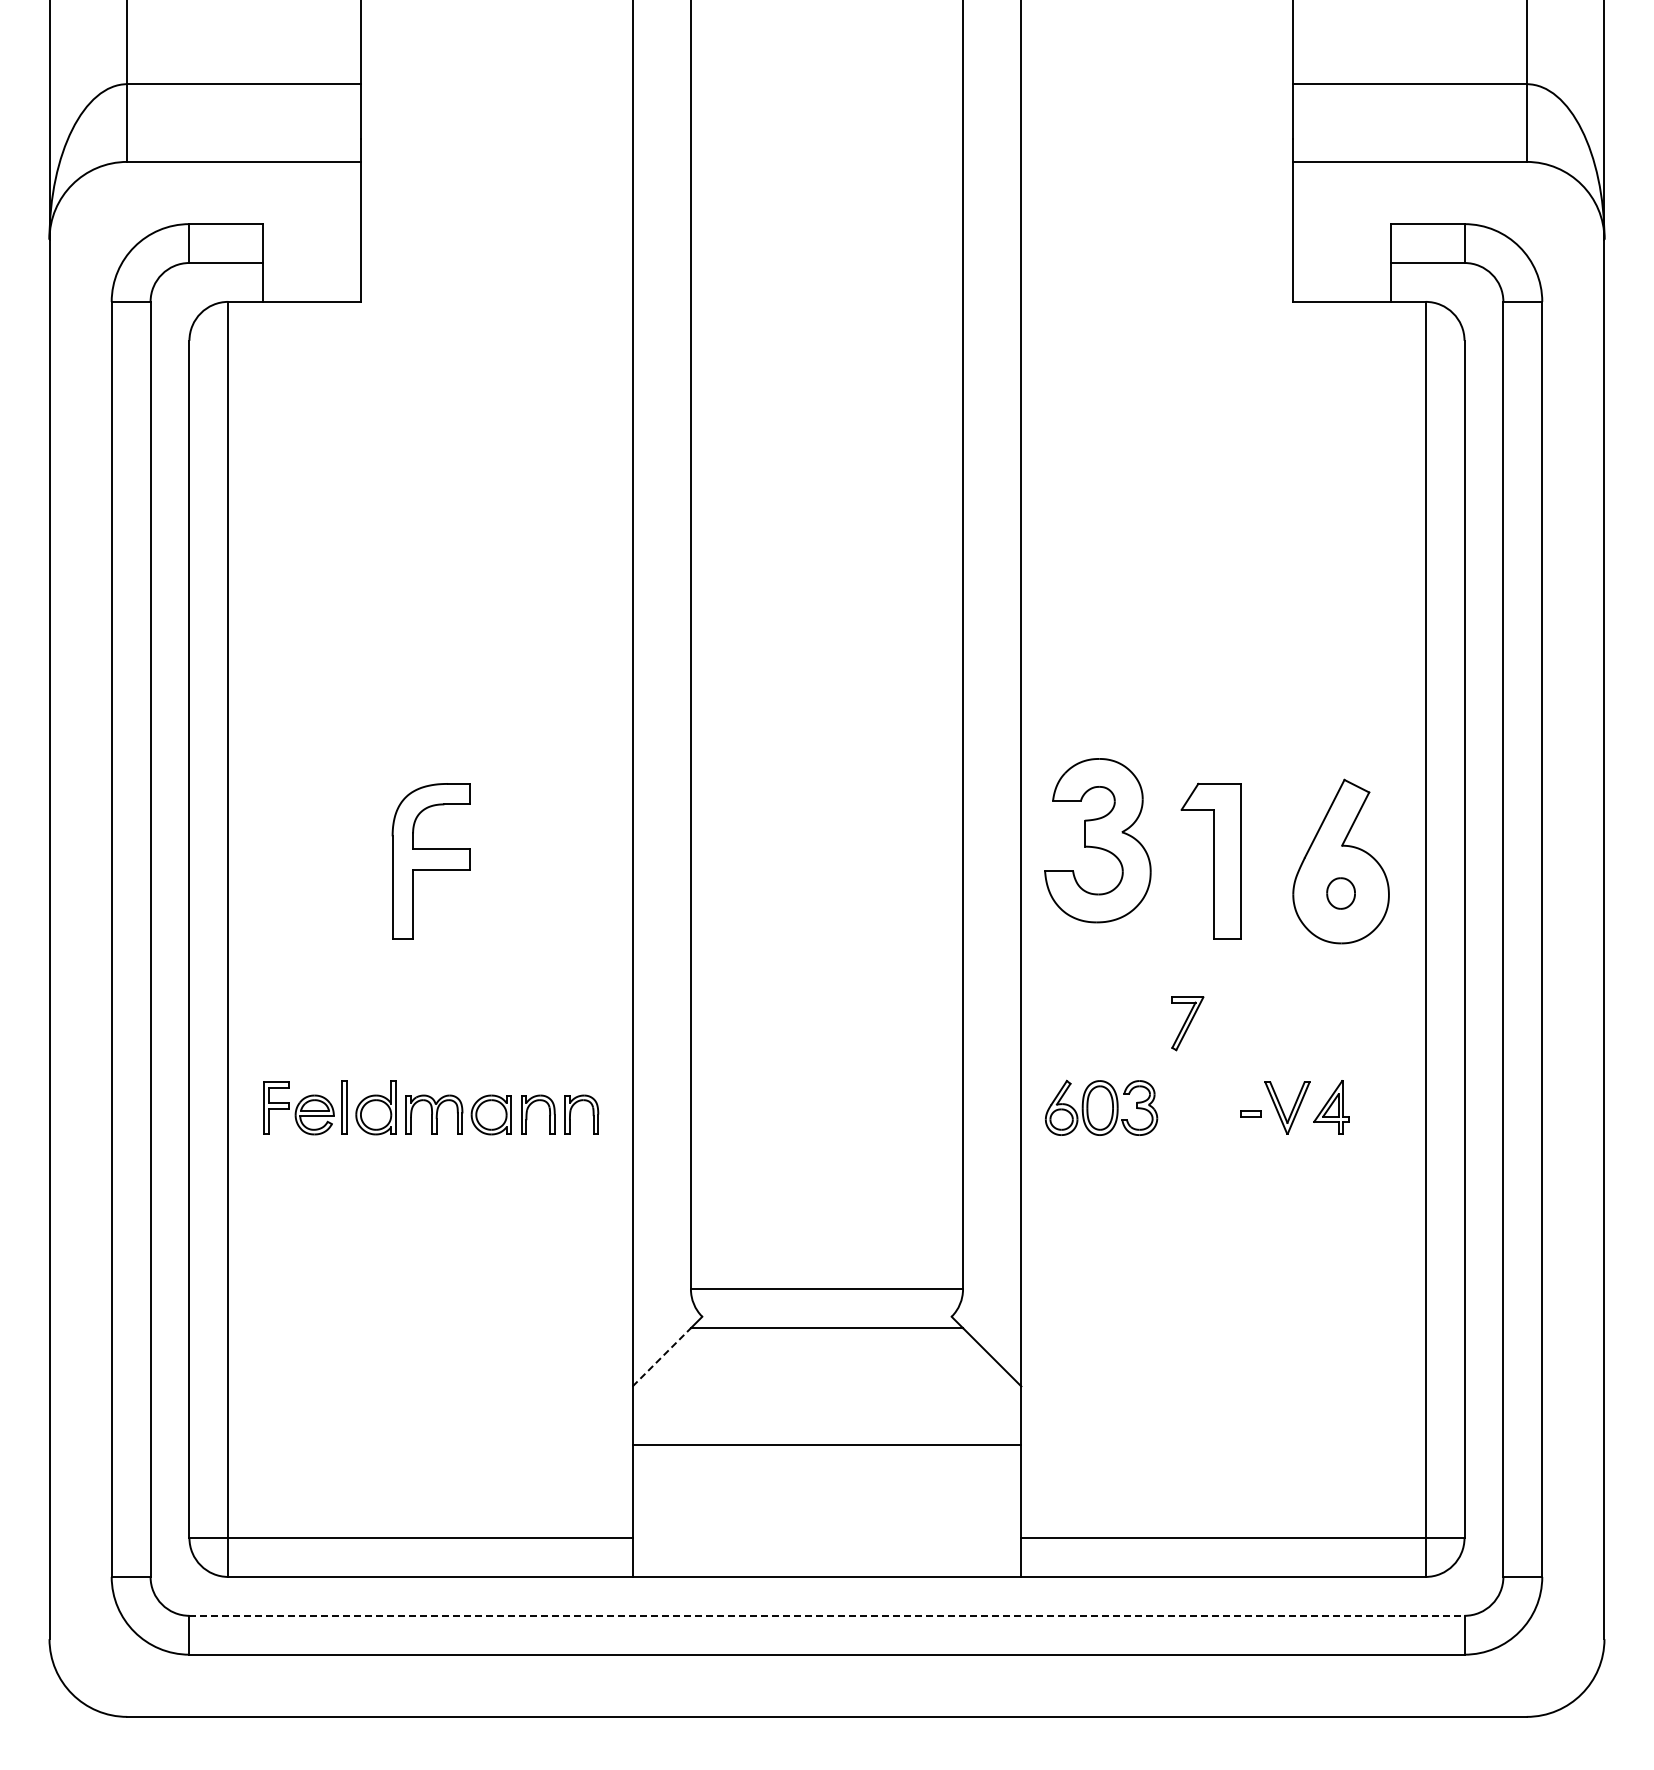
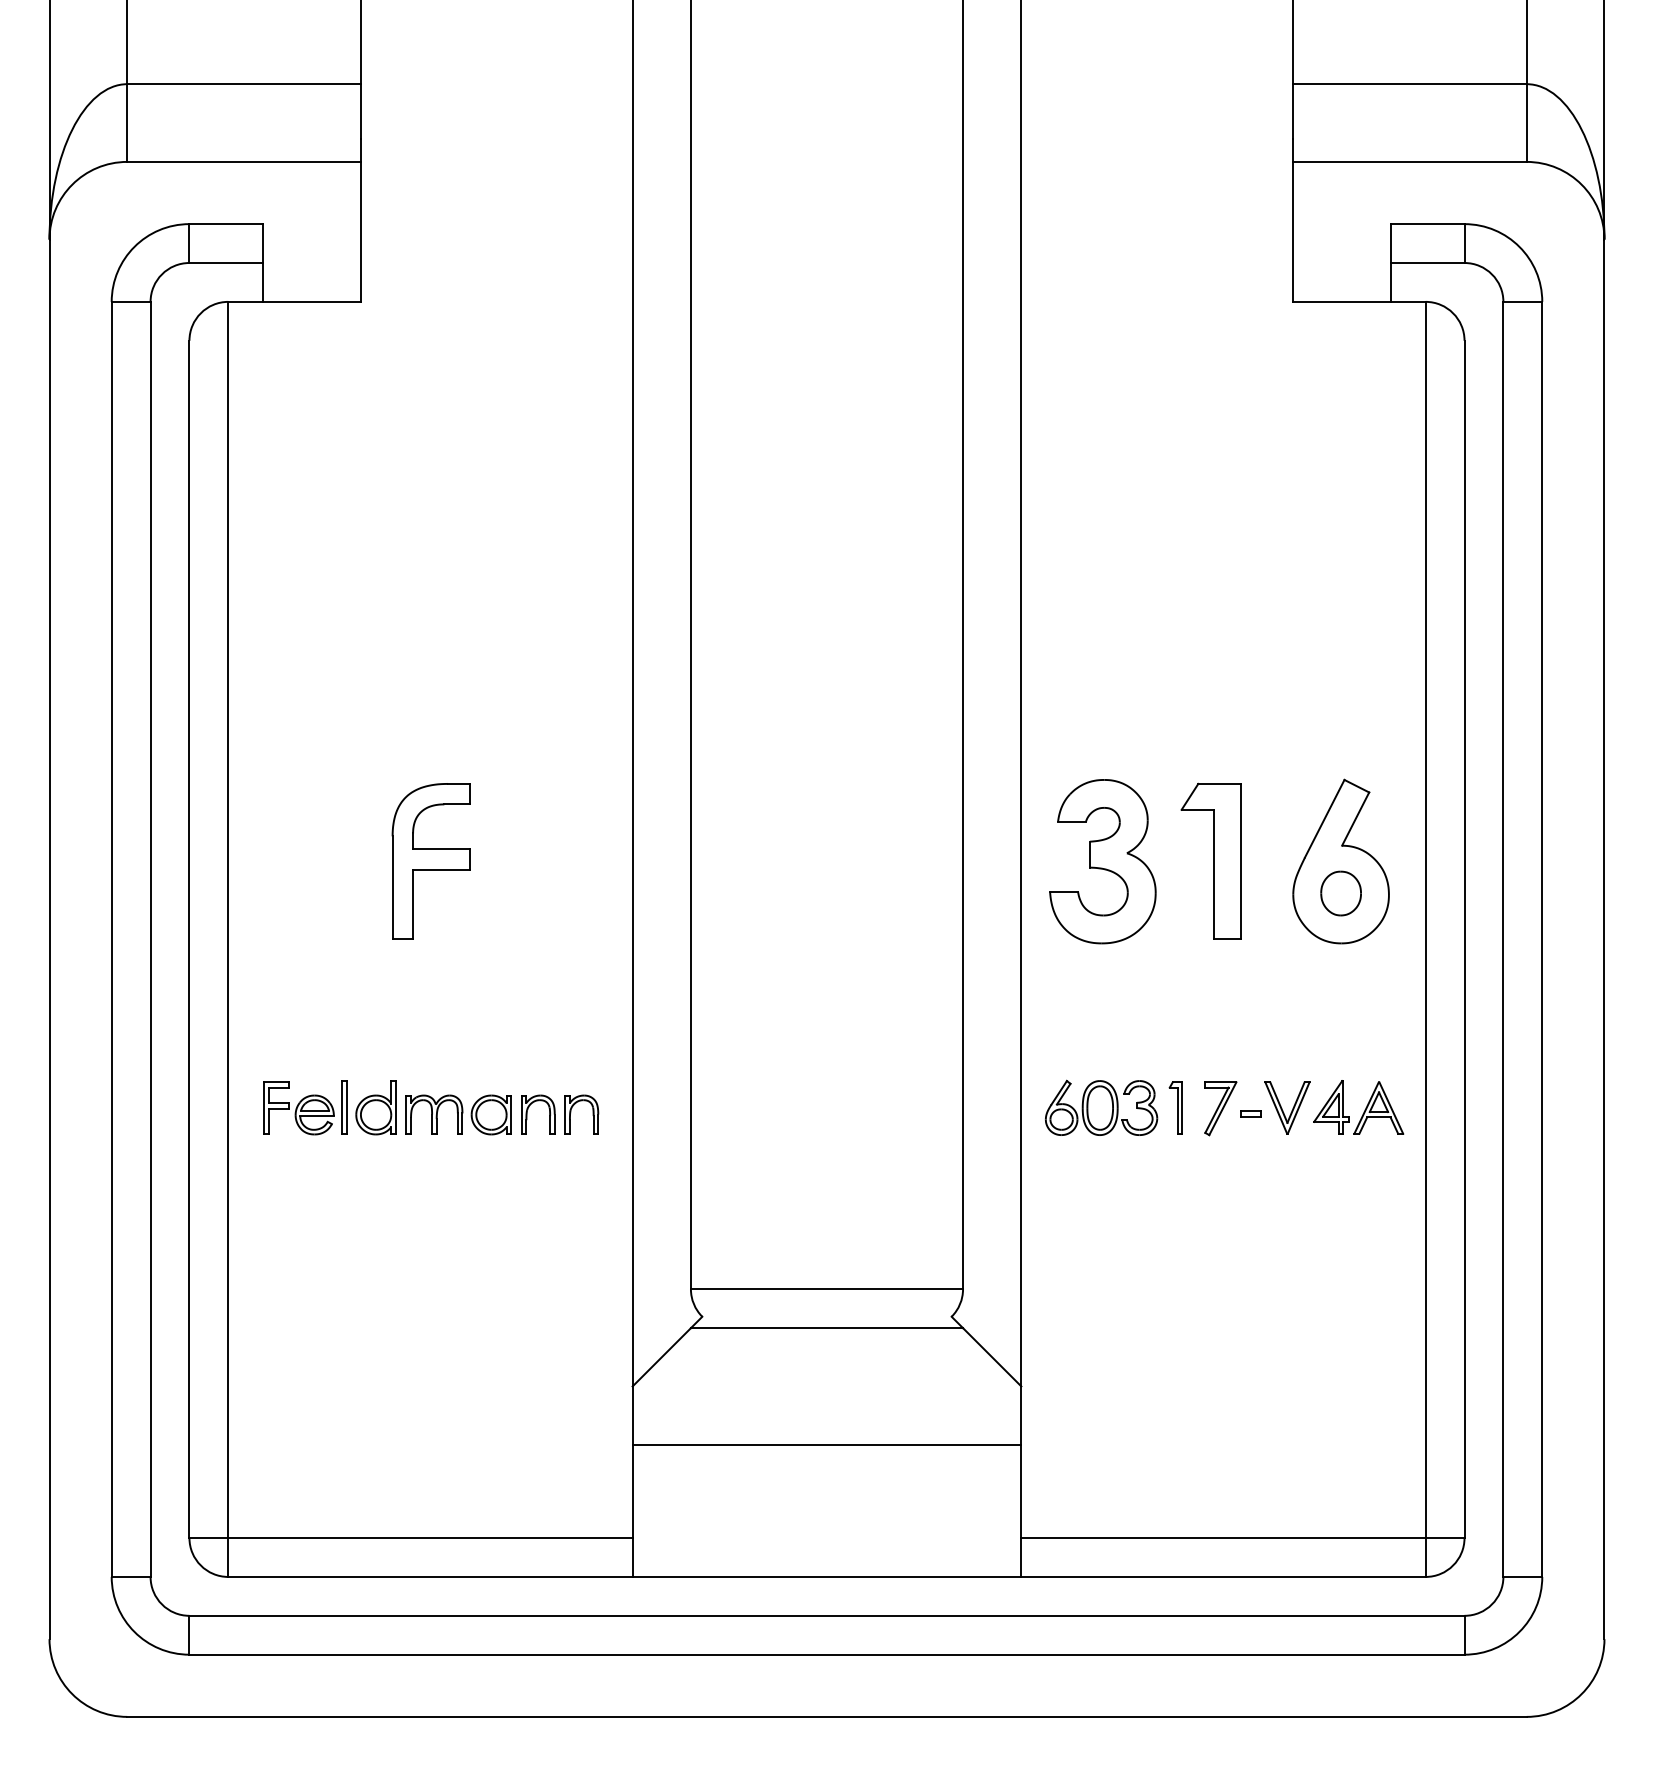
part at (1097, 840) position: (1097, 840) -> (1102, 861)
part at (1340, 893) size: 30x33 px -> 42x47 px
part at (1187, 1023) position: (1187, 1023) -> (1220, 1108)
part at (1175, 1107): none -> present
part at (1378, 1107): none -> present
line at (662, 1356): dashed -> solid
line at (826, 1615): dashed -> solid
